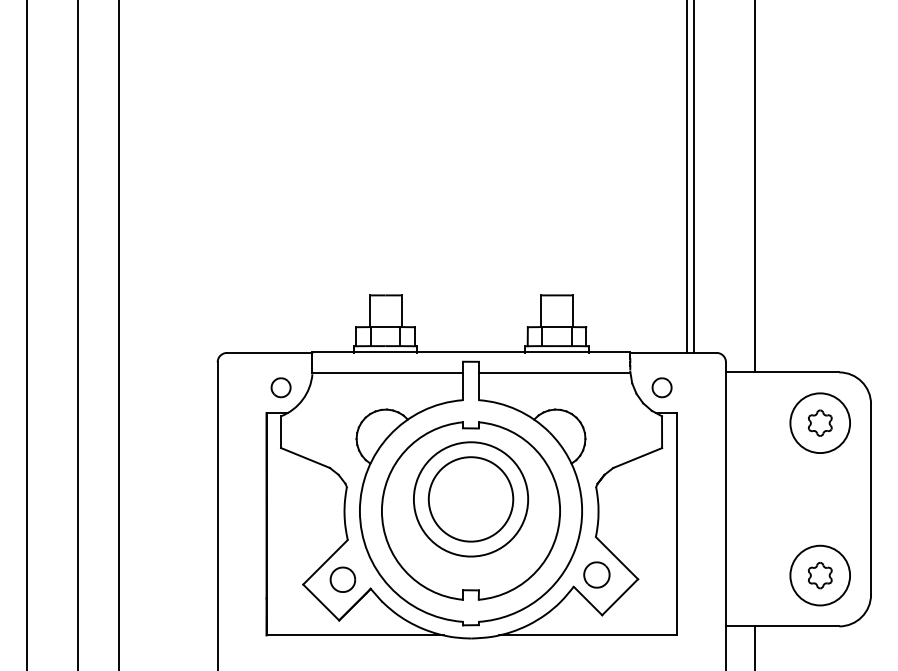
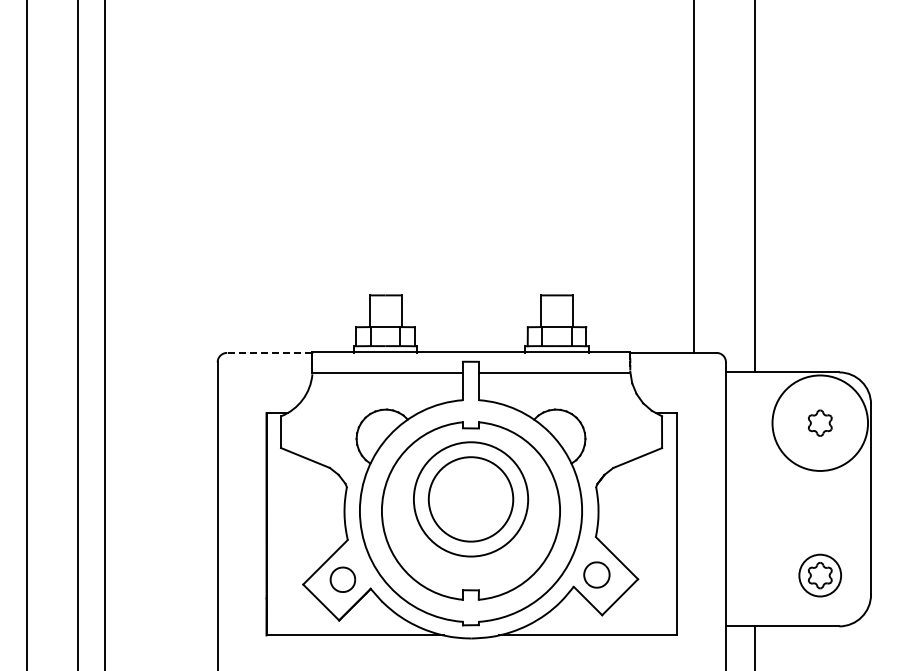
line at (687, 177): present -> none
line at (118, 334) position: (118, 334) -> (104, 334)
line at (269, 352): solid -> dashed
part at (280, 387): present -> none
part at (661, 387): present -> none
circle at (820, 423) diameter: 60 px -> 95 px
circle at (820, 575) diameter: 60 px -> 42 px
